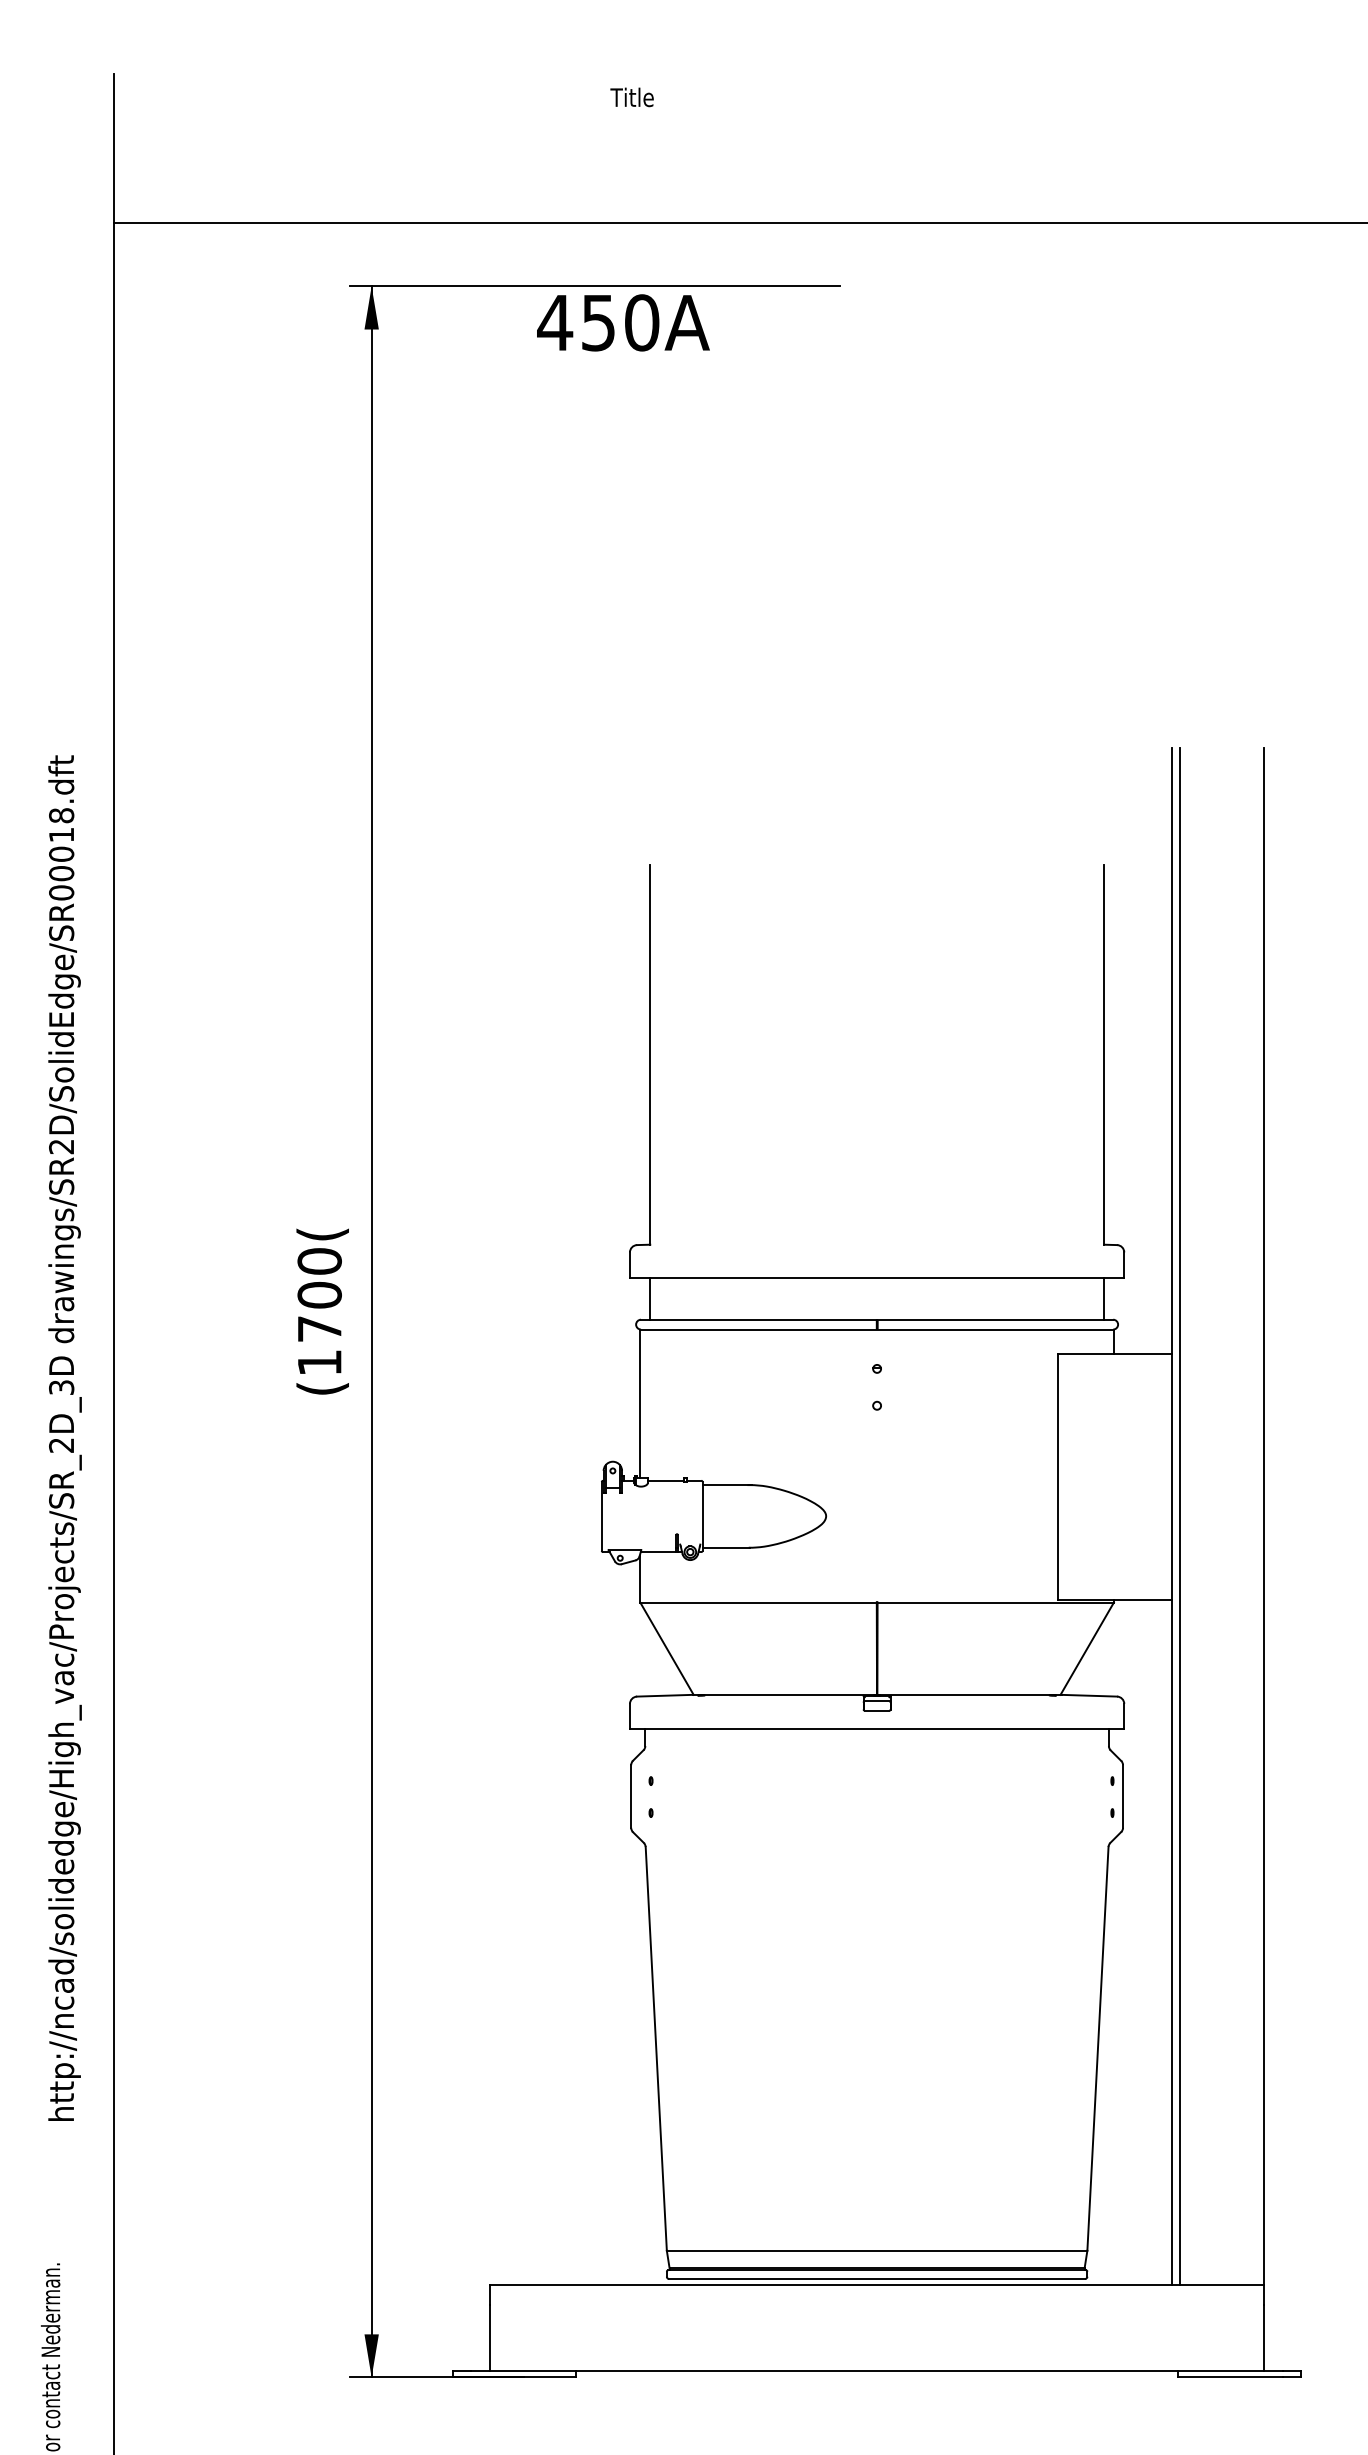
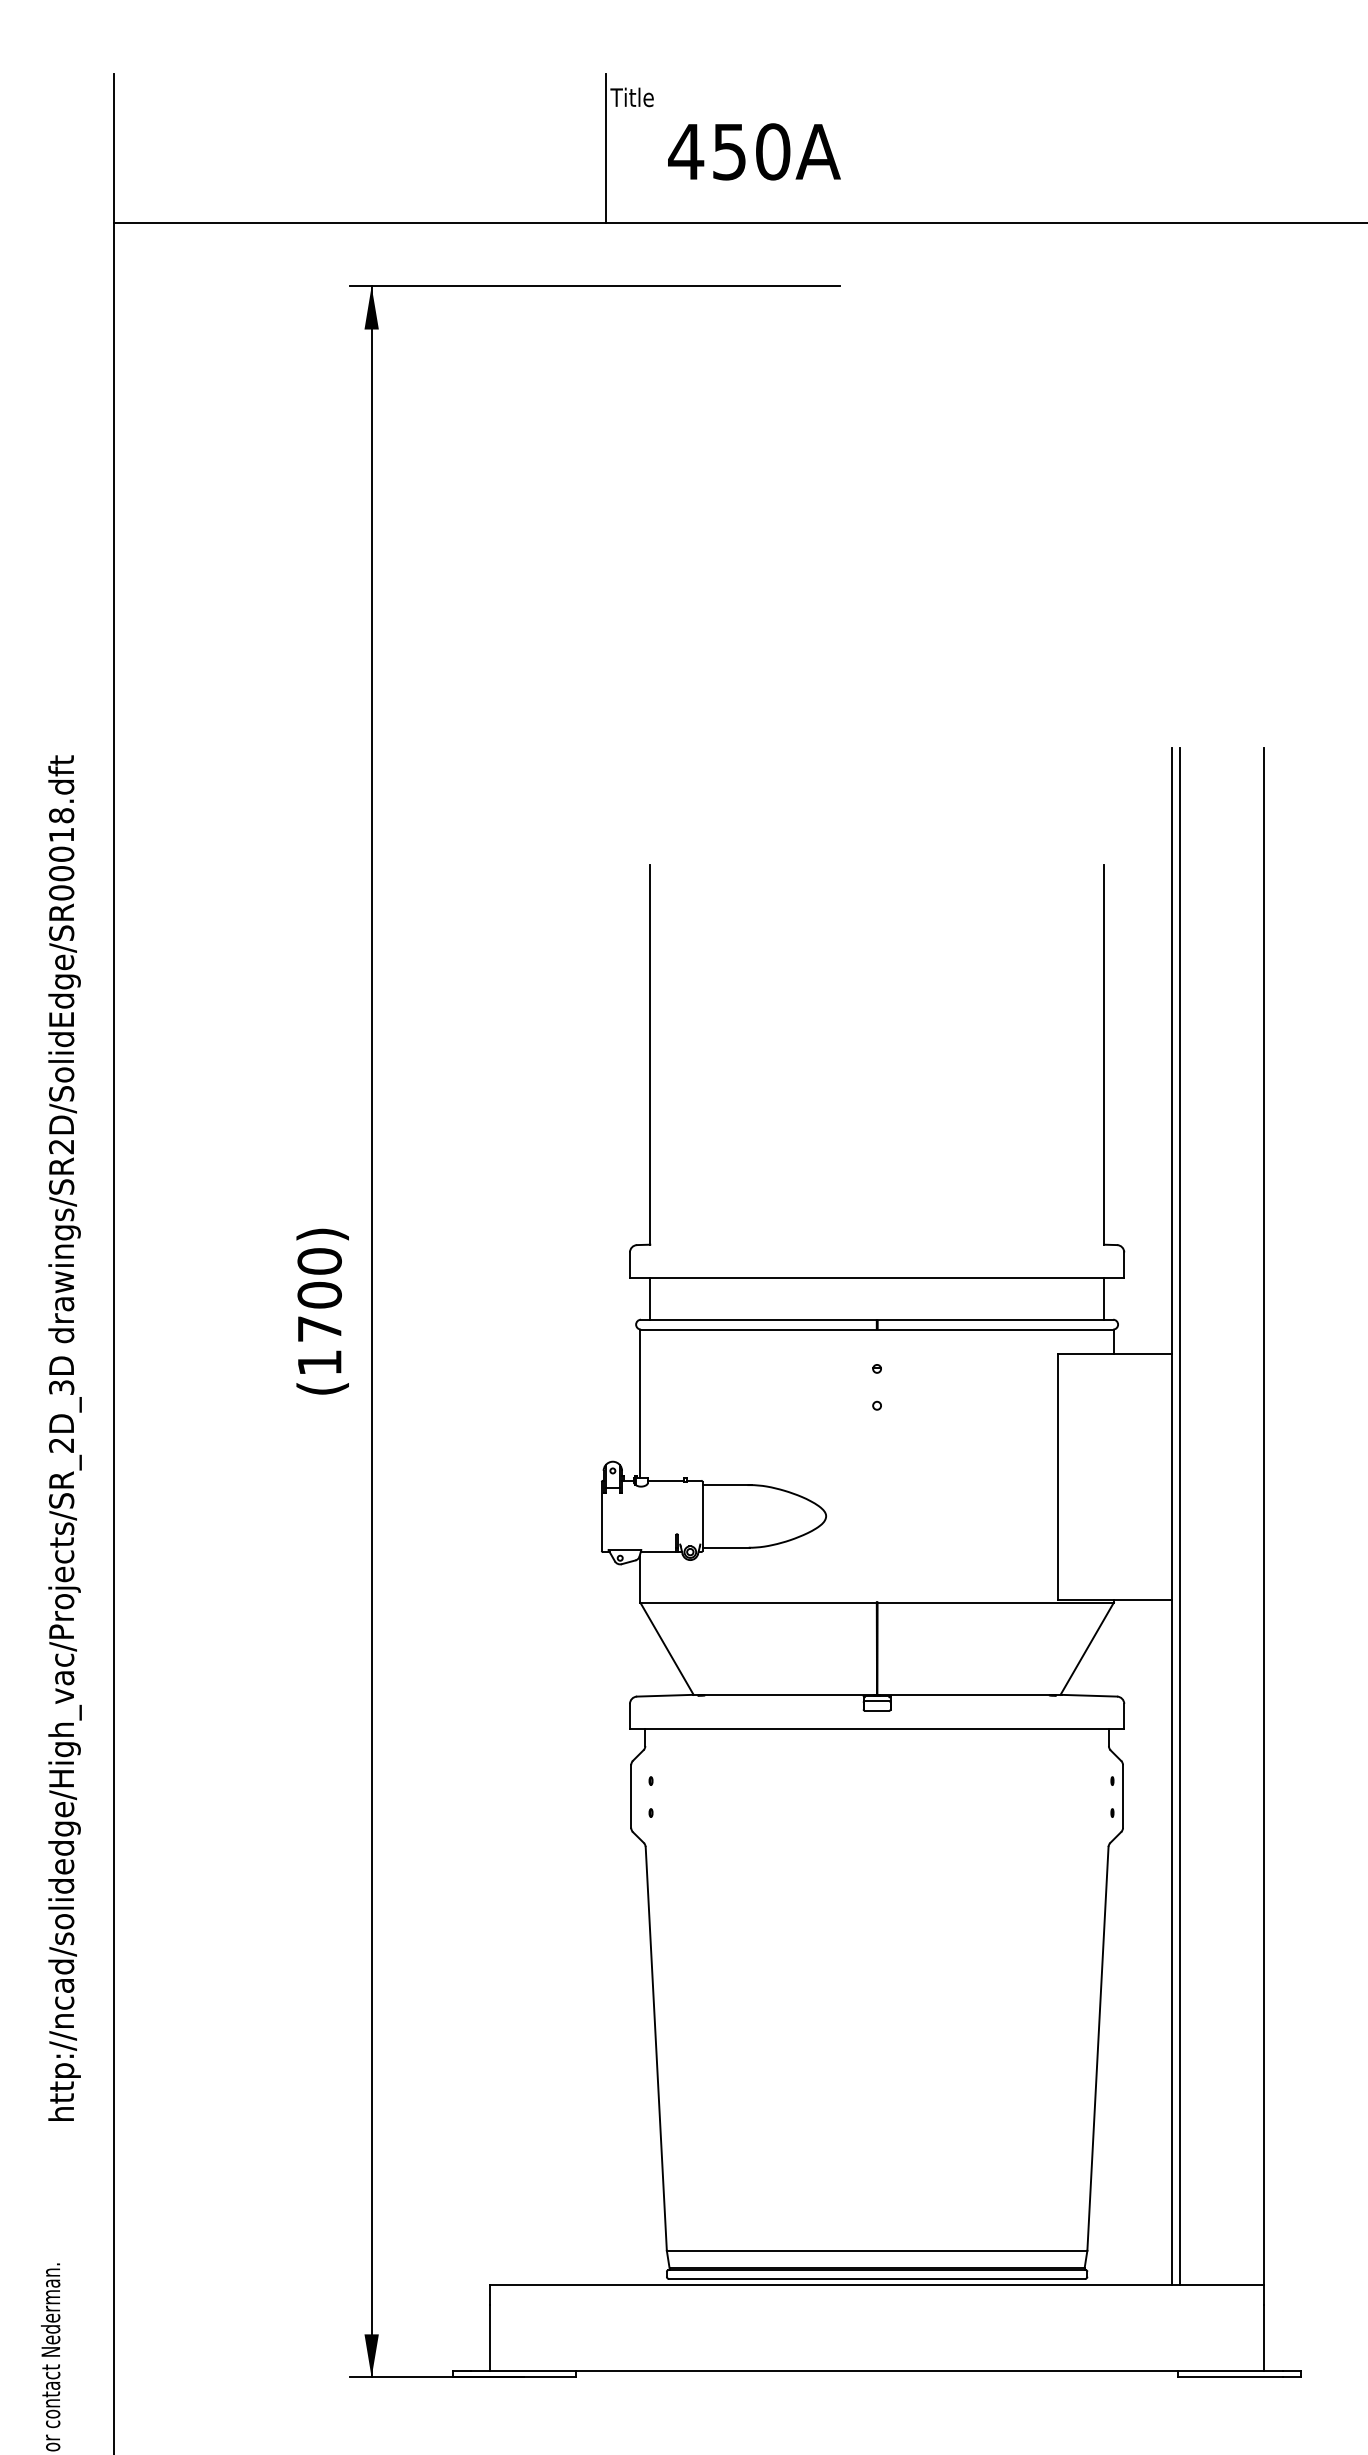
line at (605, 147): none -> present
text at (623, 322) position: (623, 322) -> (754, 151)
text at (322, 1234): ( -> )
